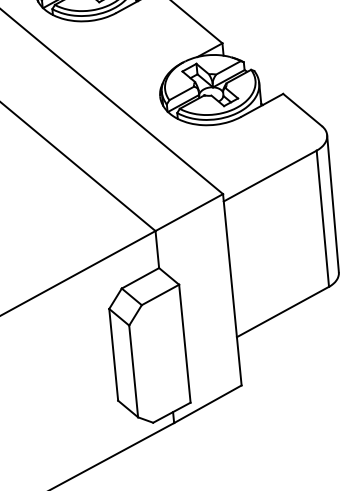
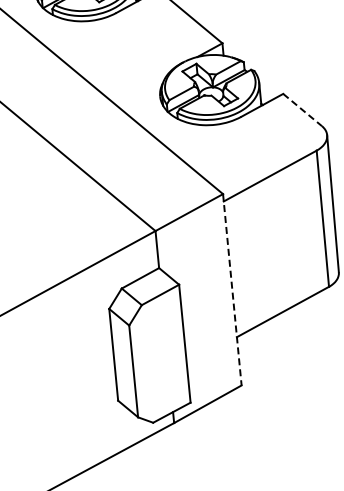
line at (303, 110): solid -> dashed
line at (232, 290): solid -> dashed
